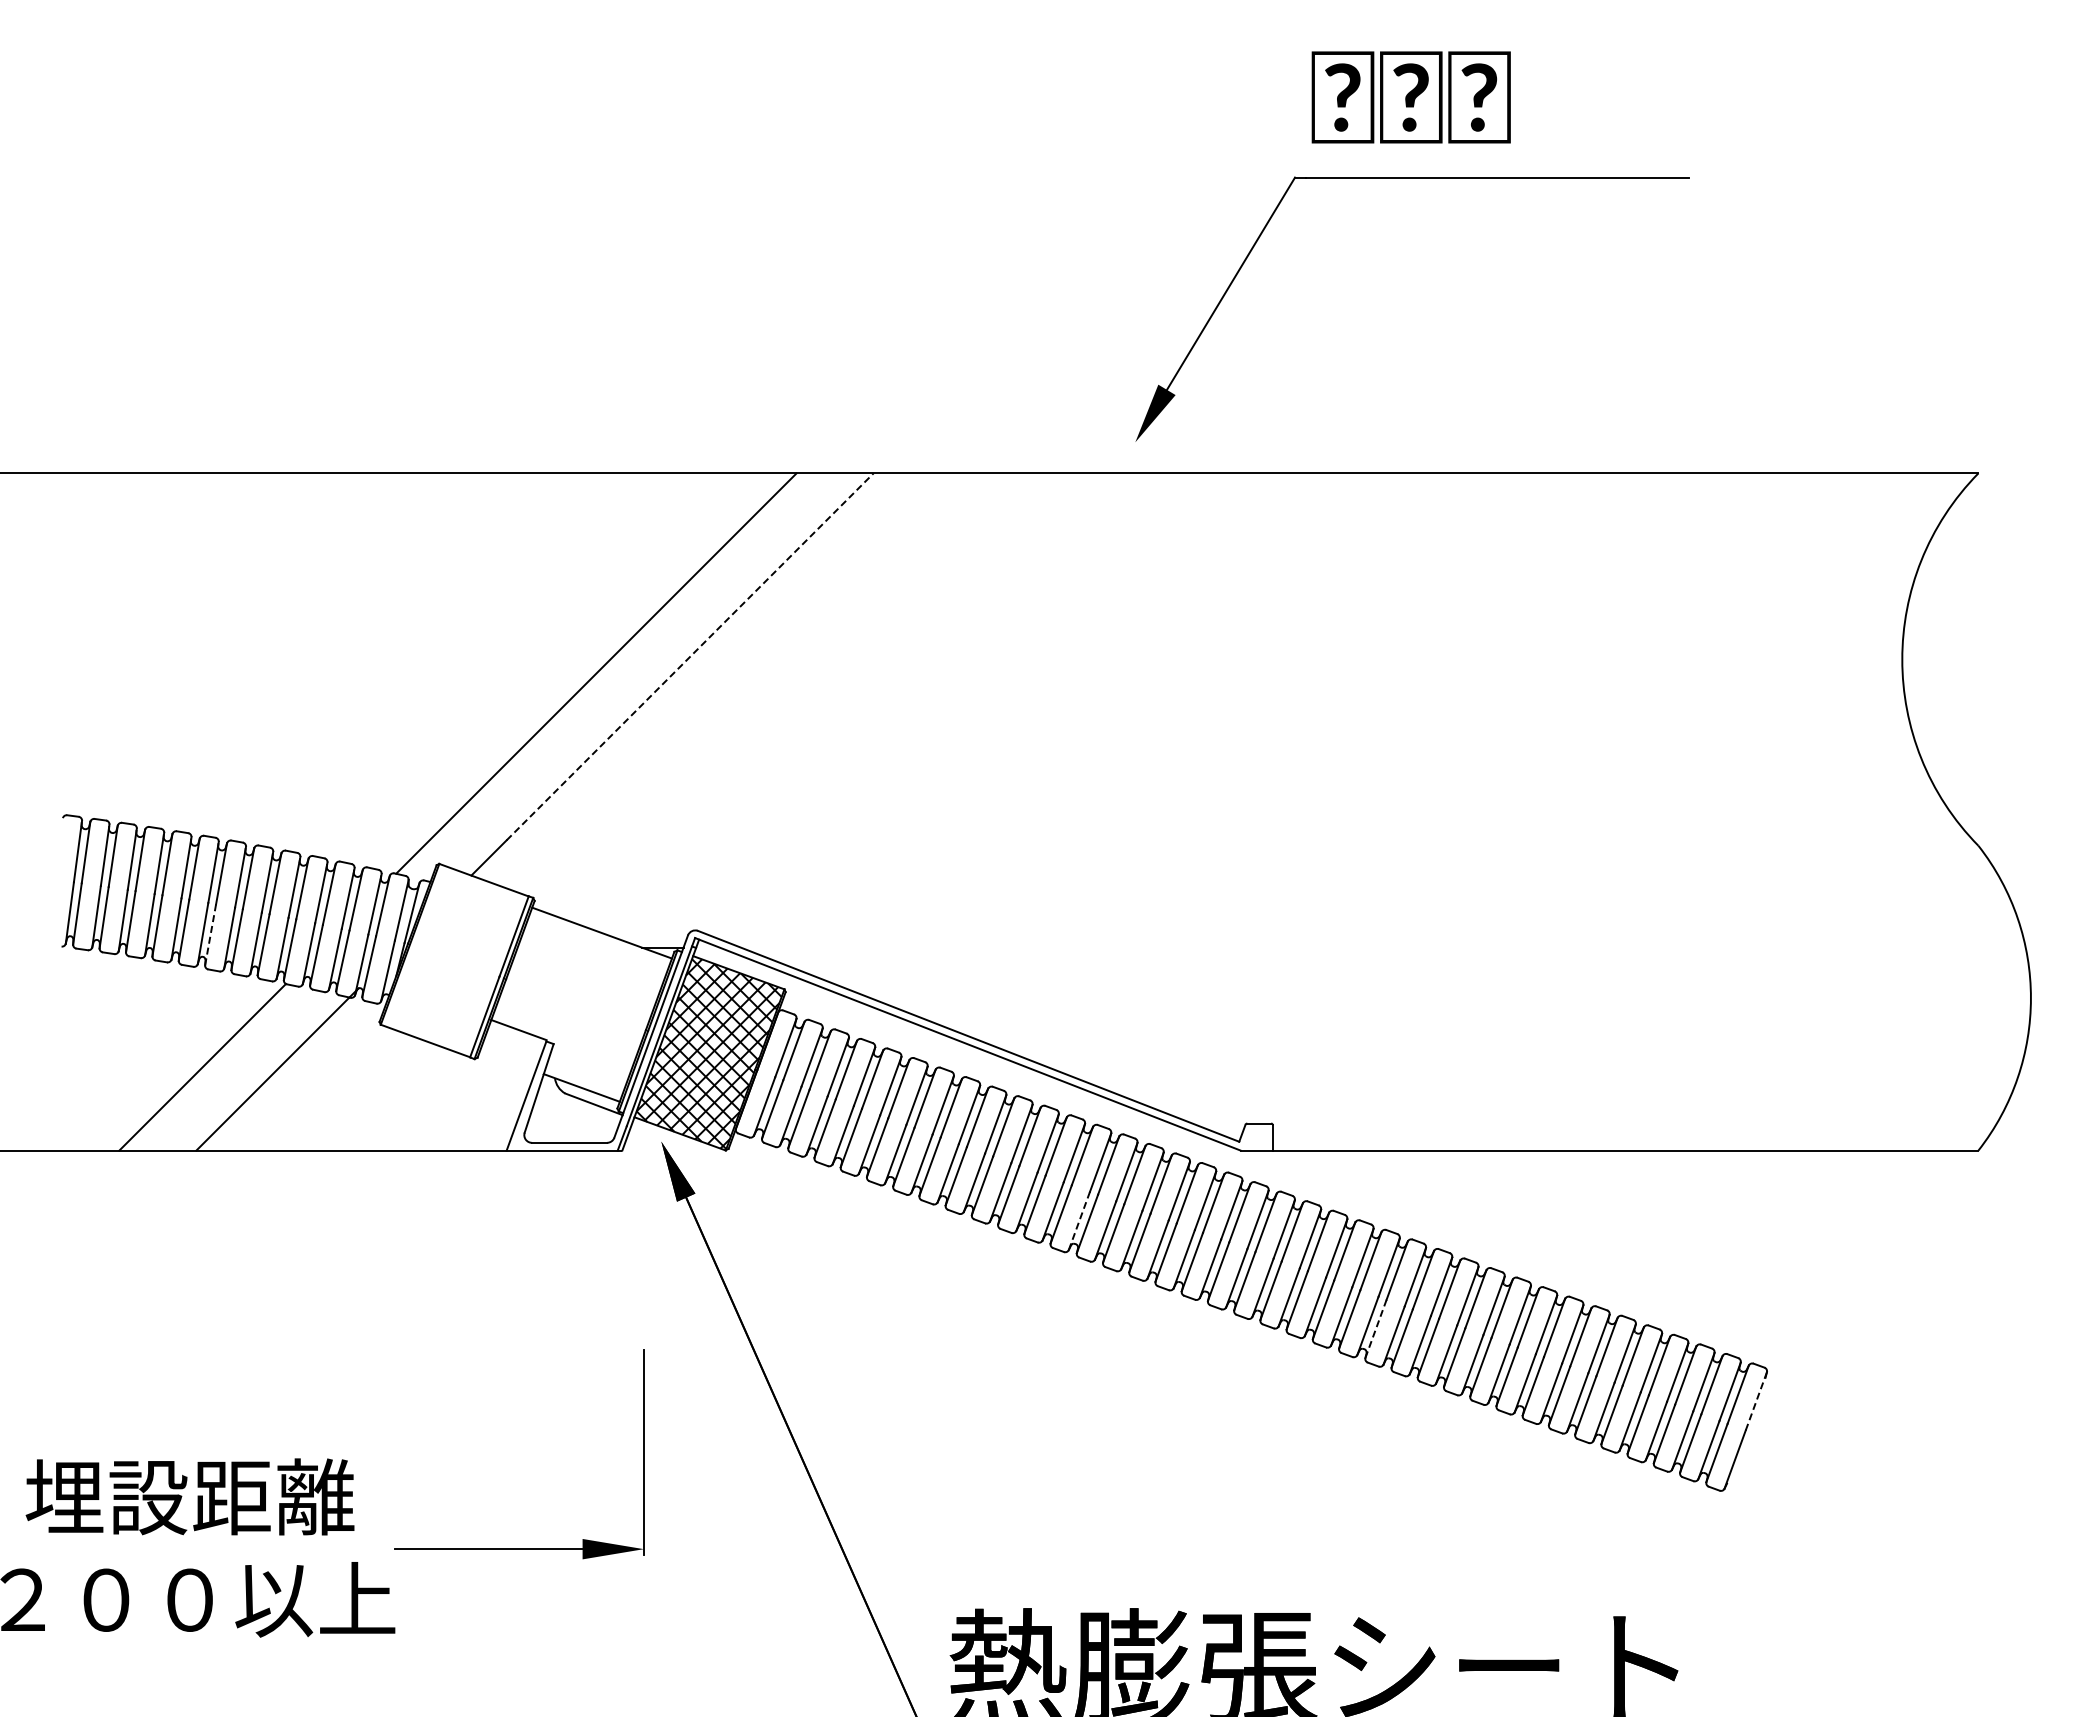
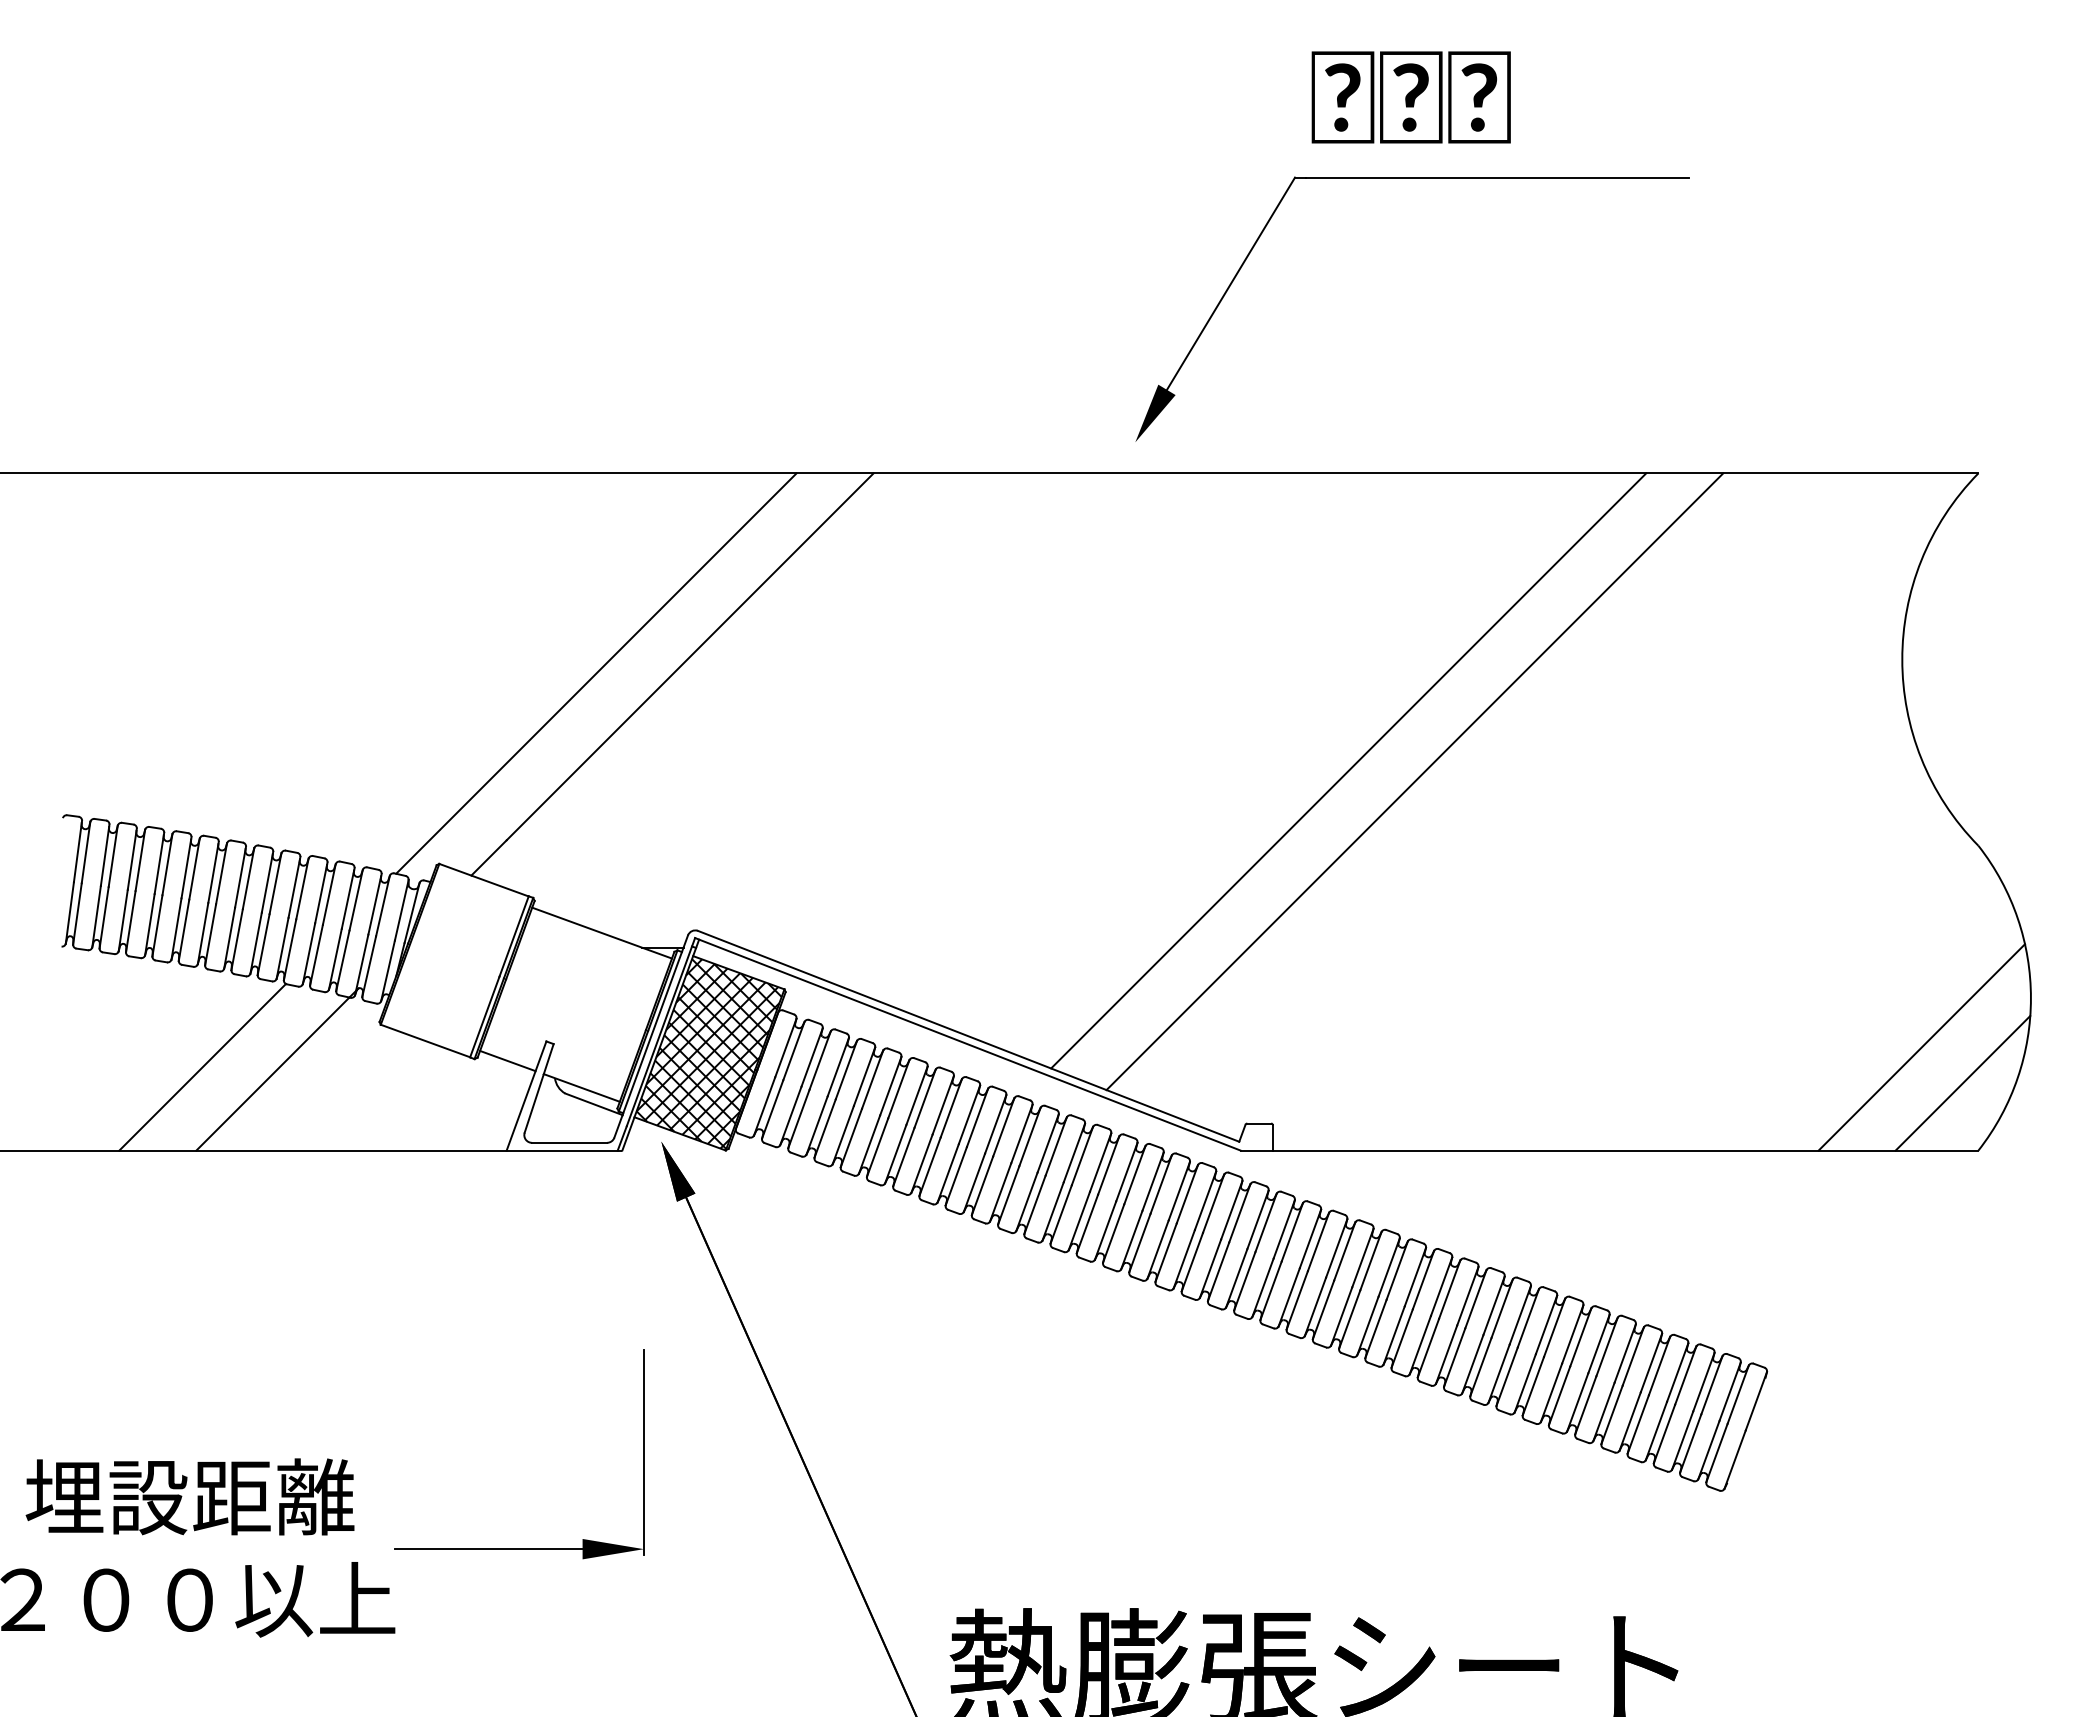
line at (690, 656): dashed -> solid
line at (1348, 770): none -> present
line at (1414, 781): none -> present
line at (210, 934): dashed -> solid
line at (518, 1029) position: (518, 1029) -> (507, 1060)
line at (1921, 1047): none -> present
line at (1962, 1082): none -> present
line at (1079, 1220): dashed -> solid
line at (1376, 1328): dashed -> solid
line at (1756, 1401): dashed -> solid
